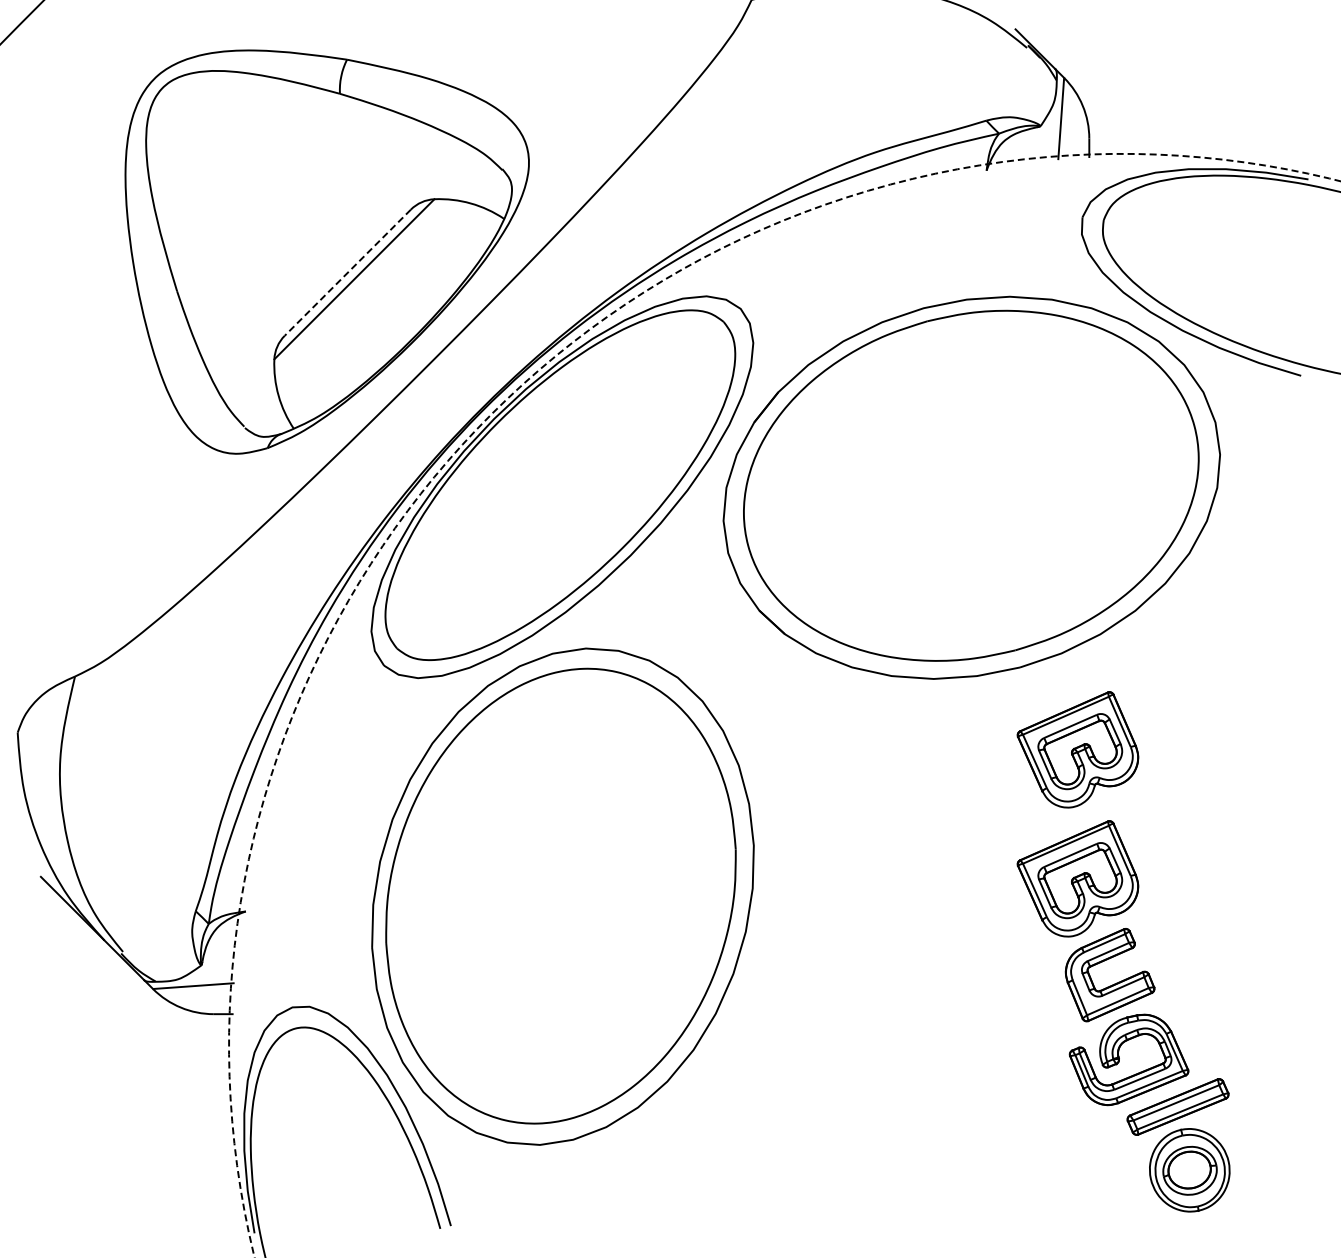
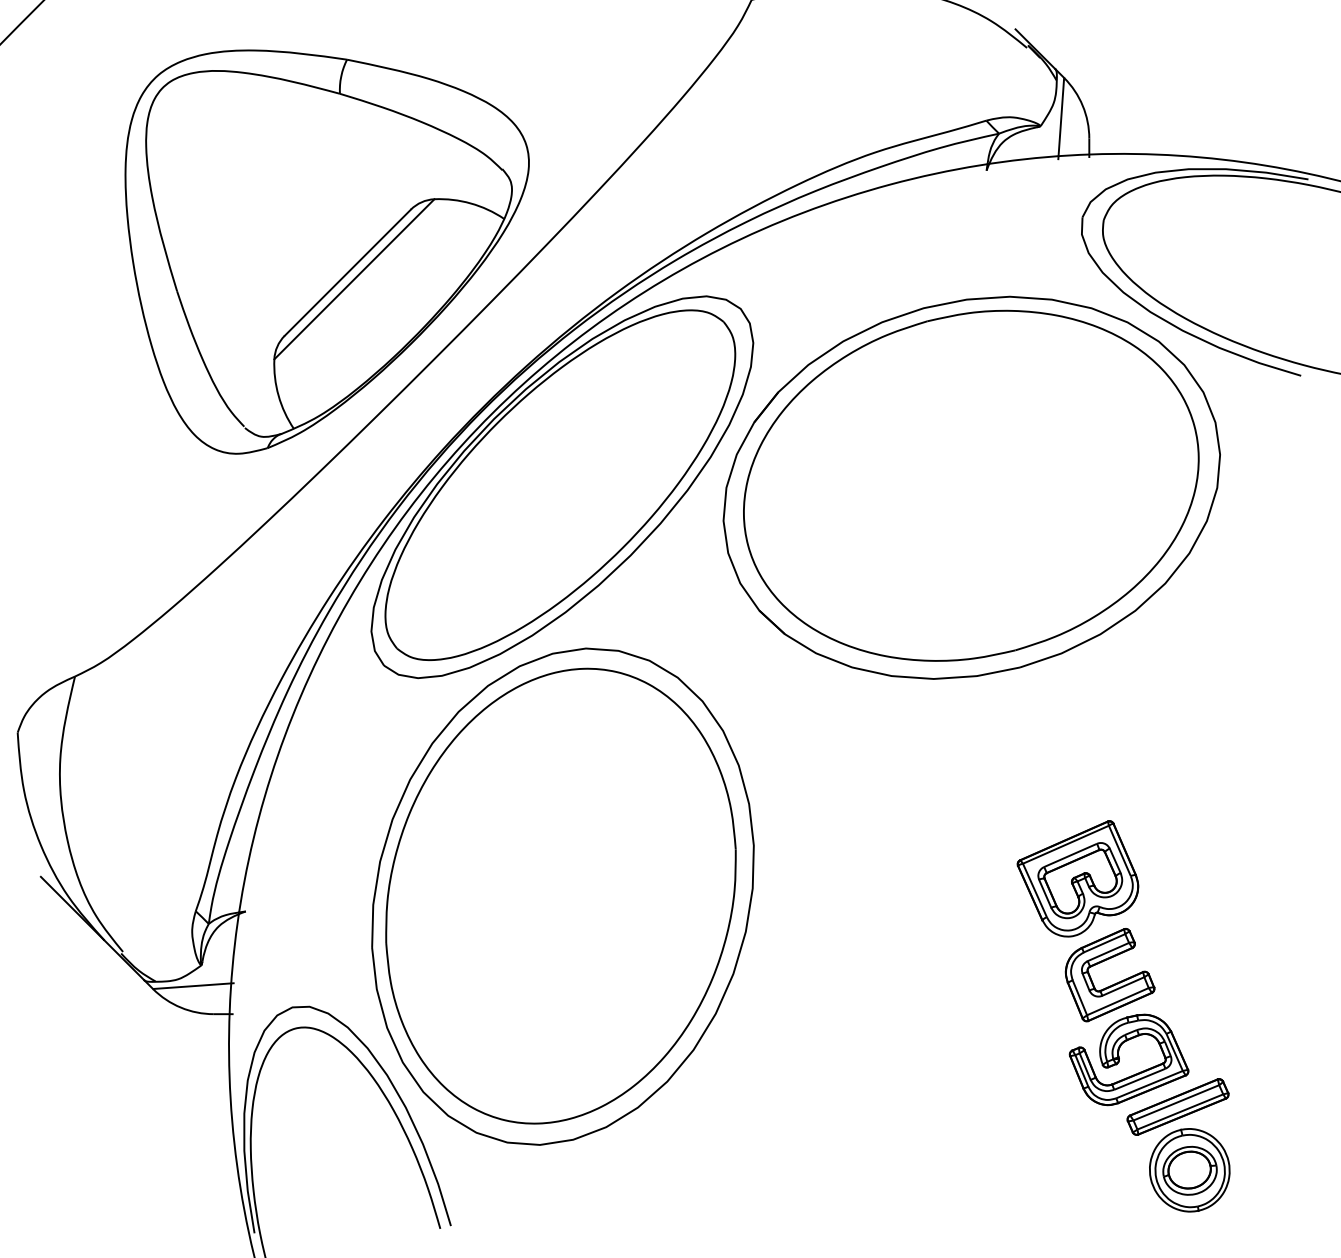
line at (347, 273): dashed -> solid
arc at (492, 413): dashed -> solid
part at (1077, 749): present -> none
